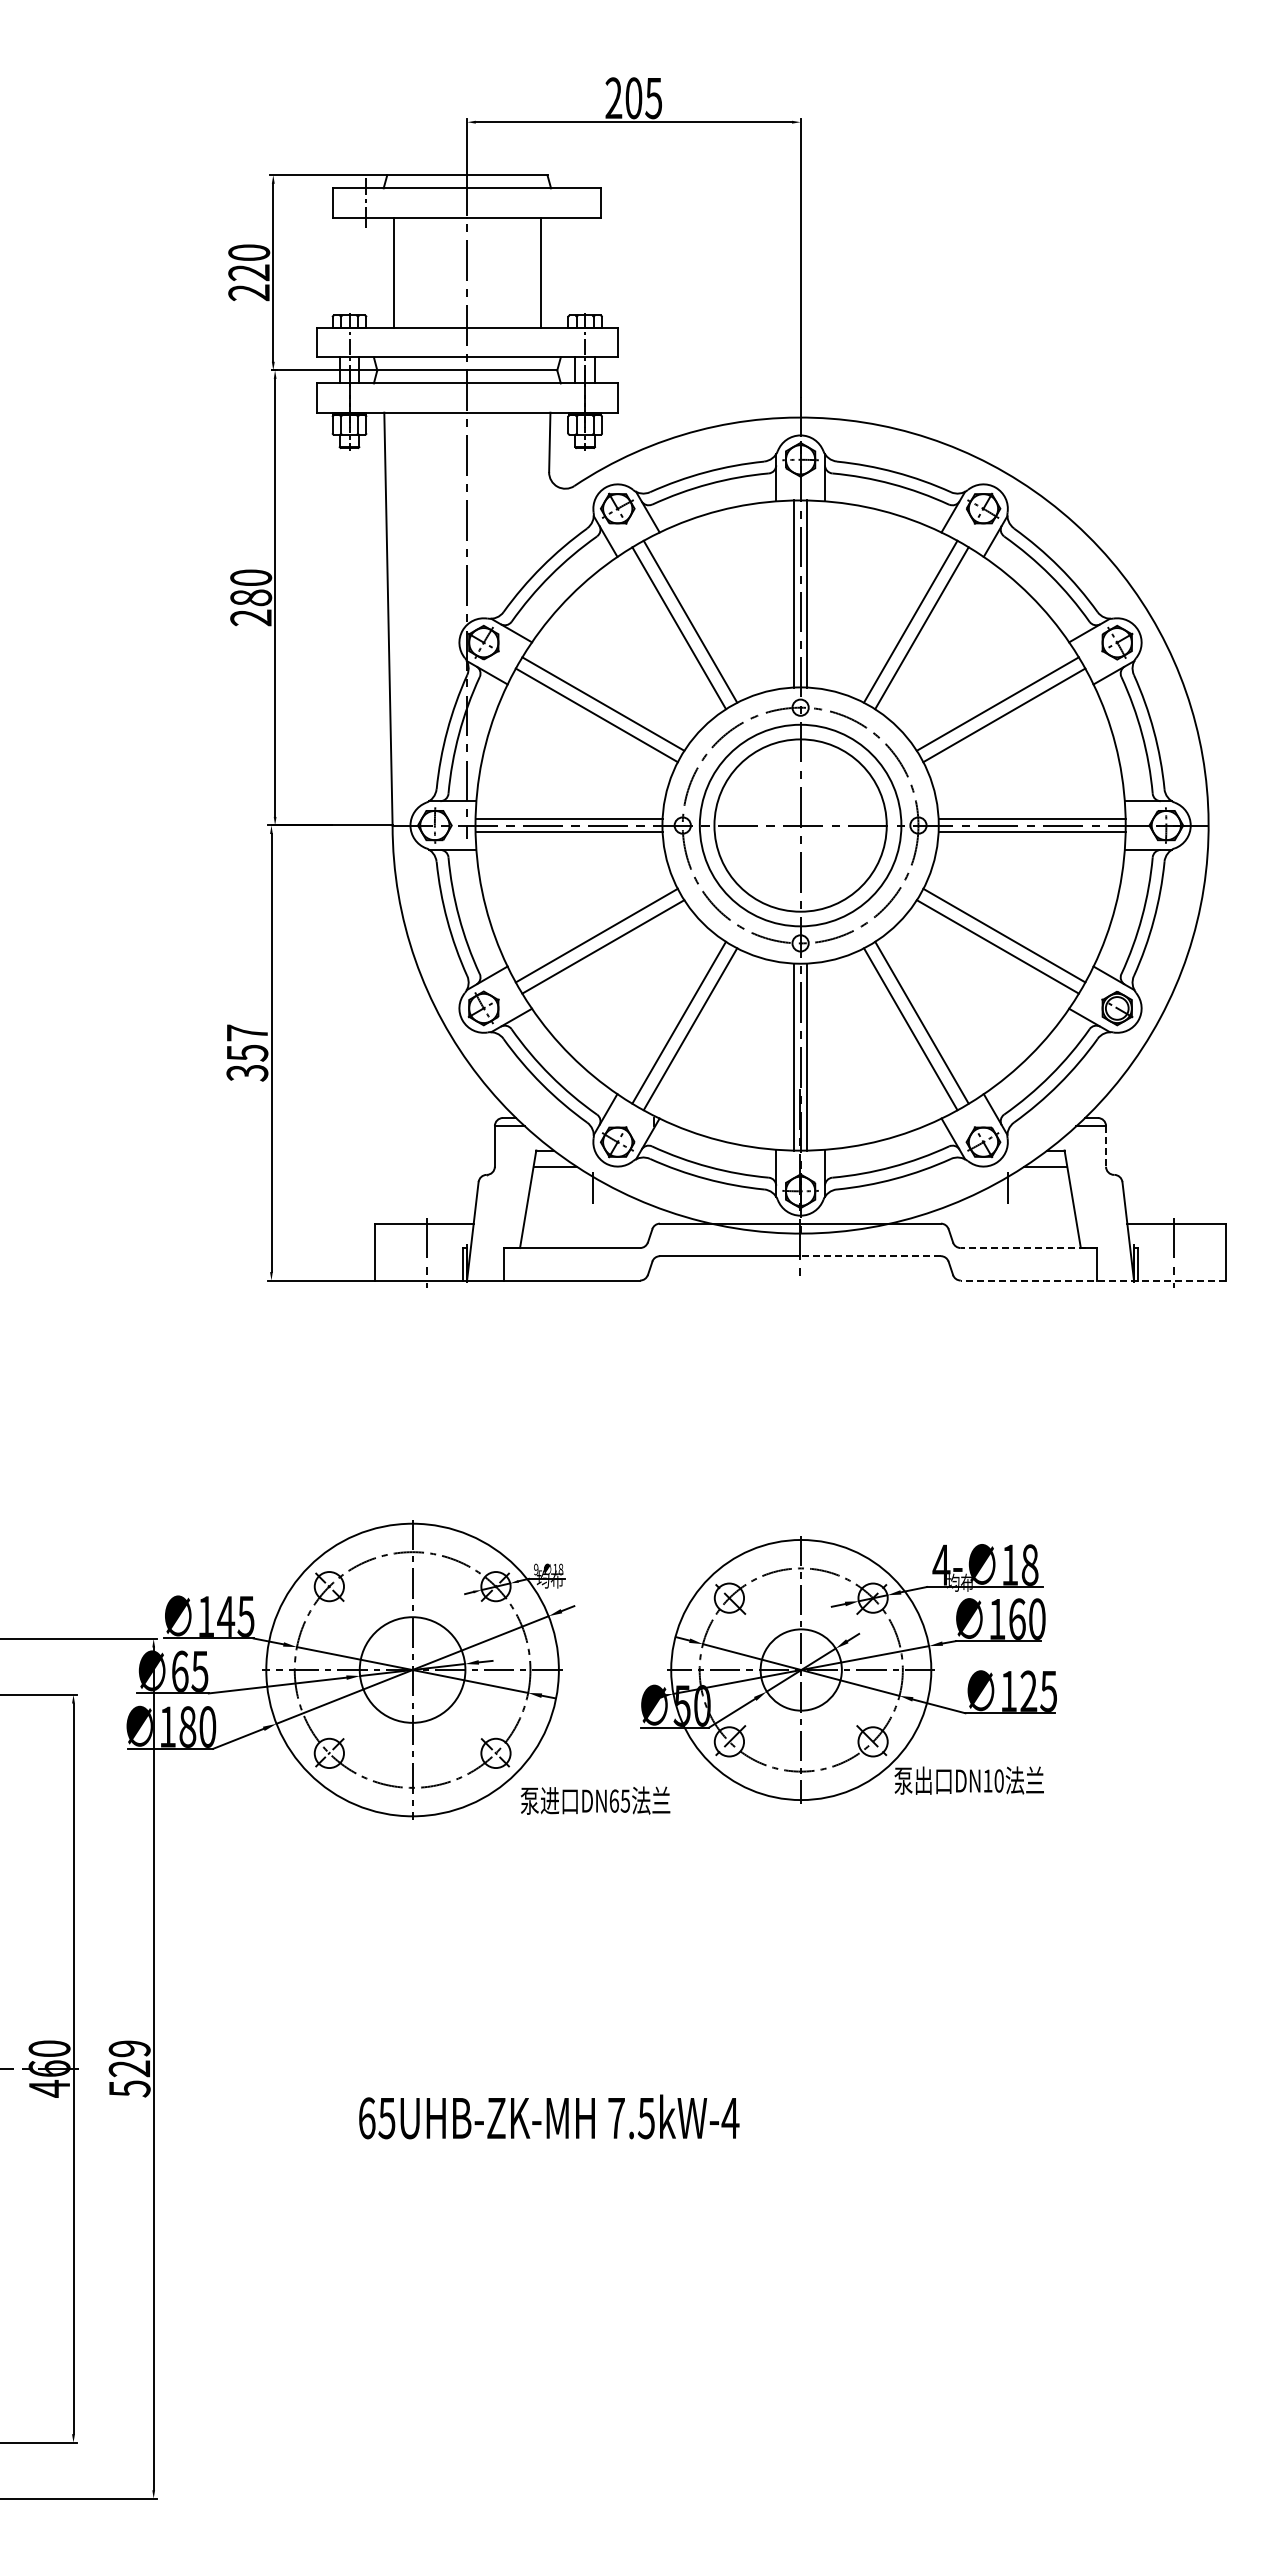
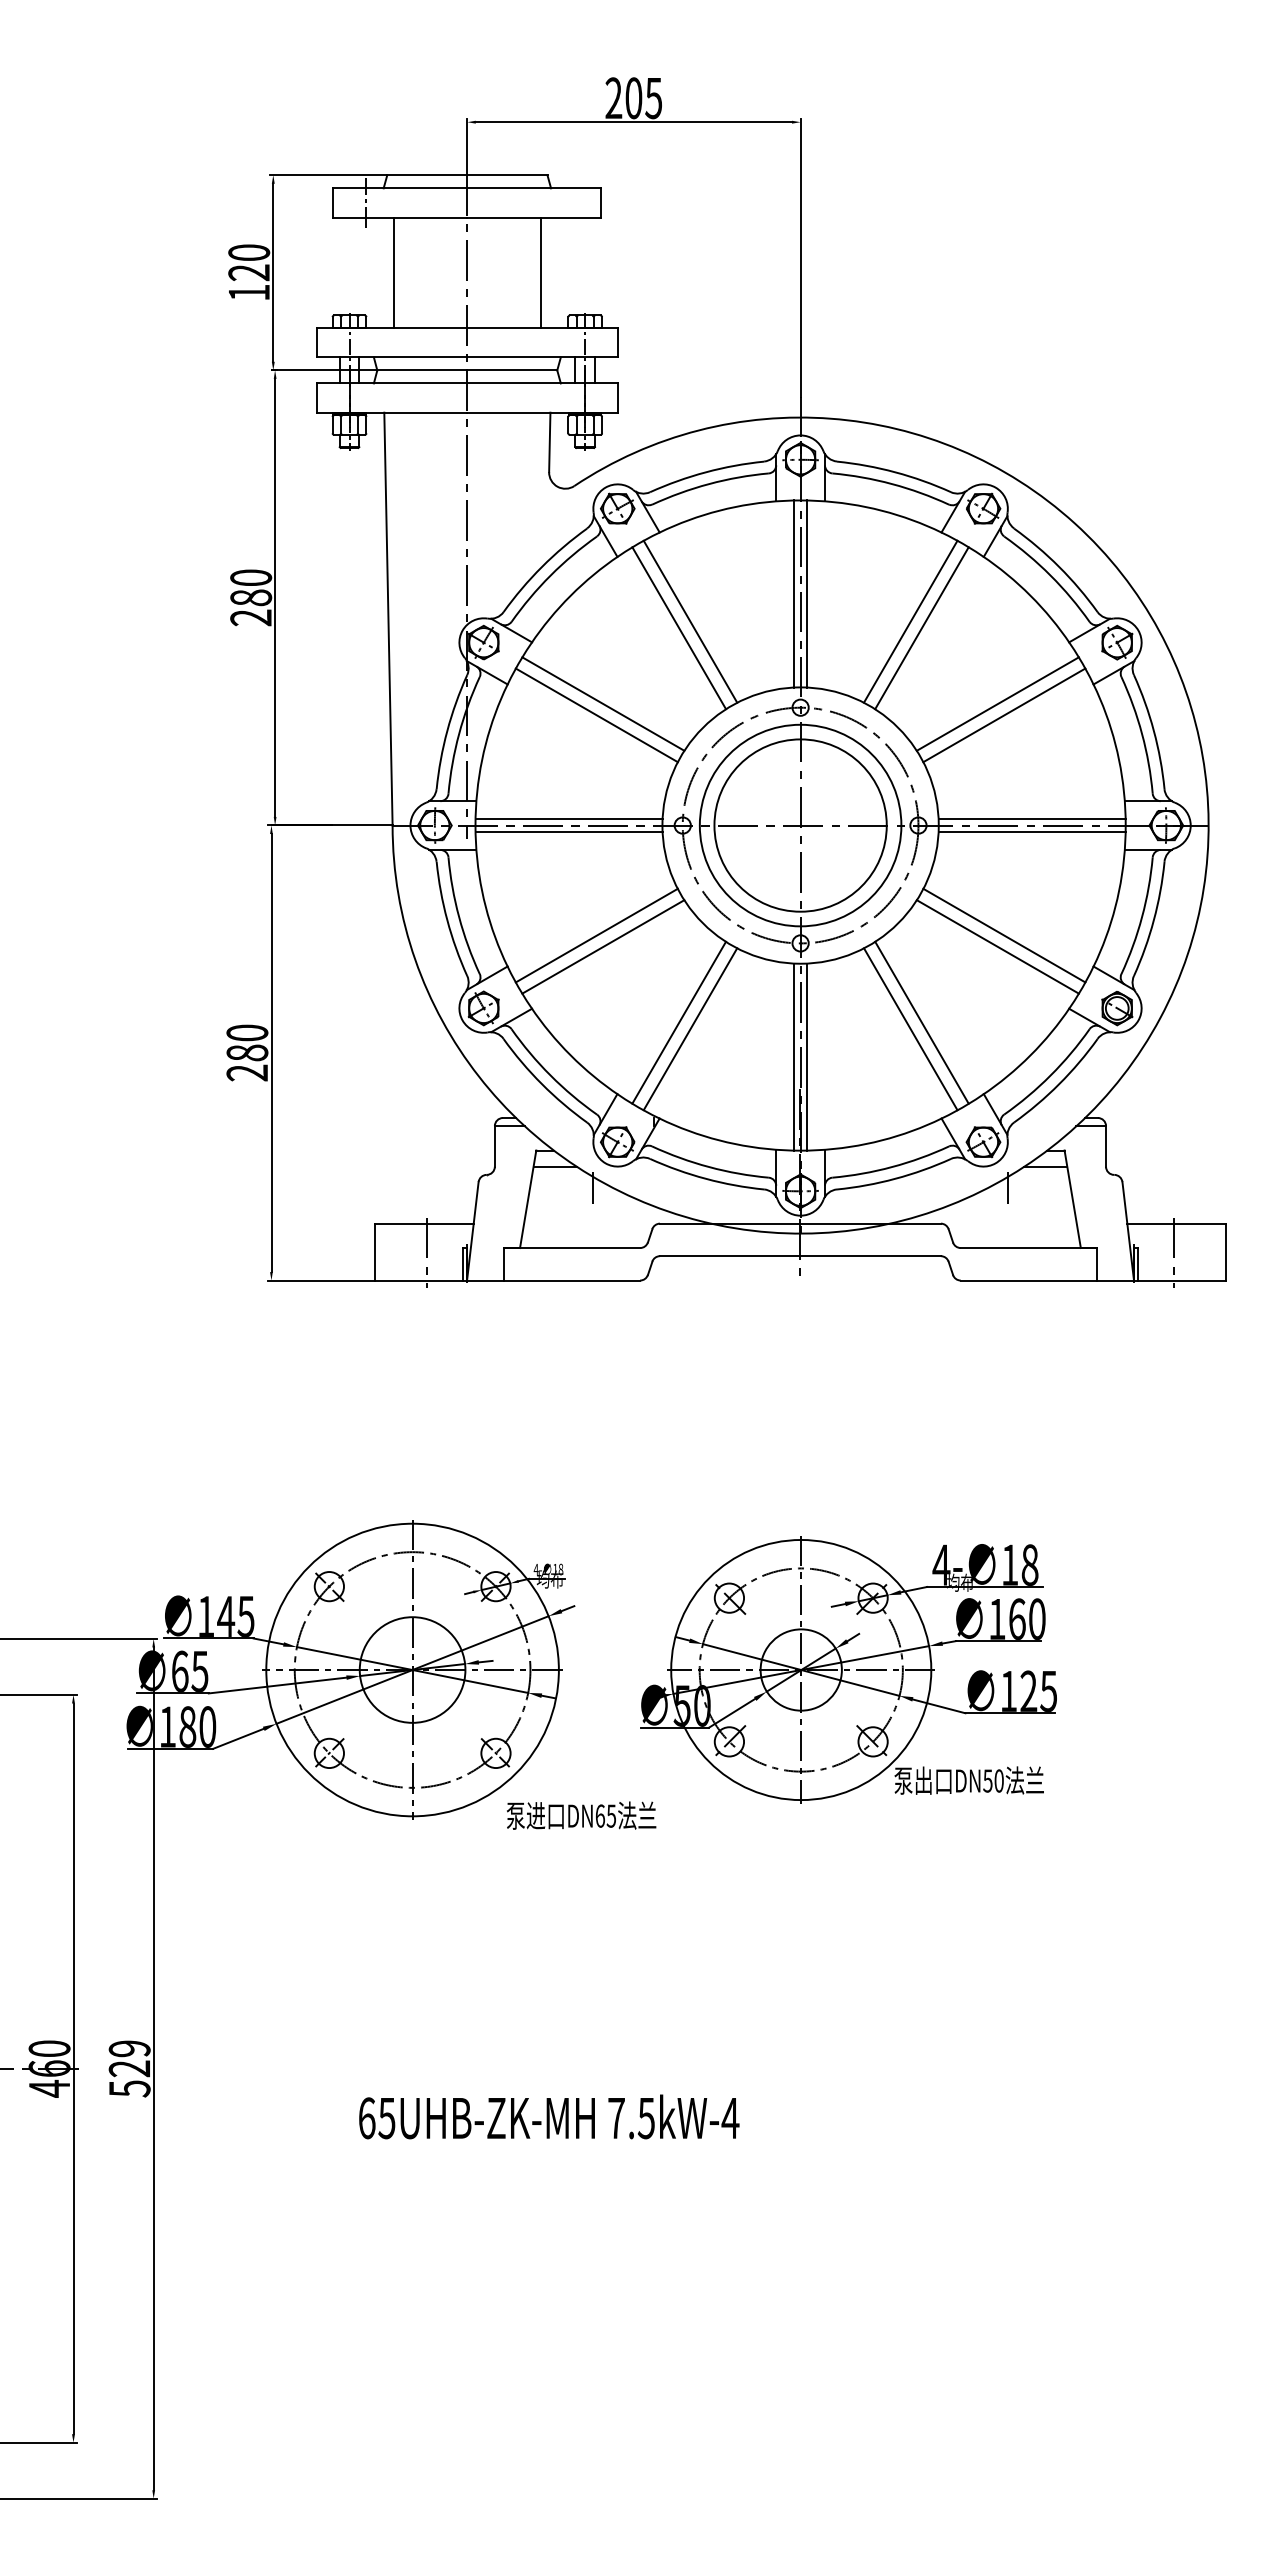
text at (248, 292): 220 -> 120
text at (247, 1052): 357 -> 280
line at (1106, 1146): dashed -> solid
line at (1028, 1248): dashed -> solid
line at (870, 1256): dashed -> solid
line at (1093, 1280): dashed -> solid
text at (535, 1569): 9- -> 4-
text at (987, 1780): DN10 -> DN50
text at (595, 1800) position: (595, 1800) -> (581, 1815)
